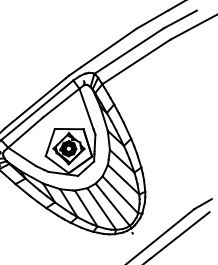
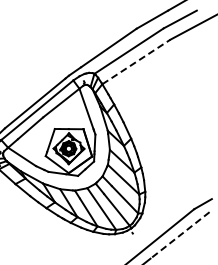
line at (136, 61): solid -> dashed
line at (180, 235): solid -> dashed
